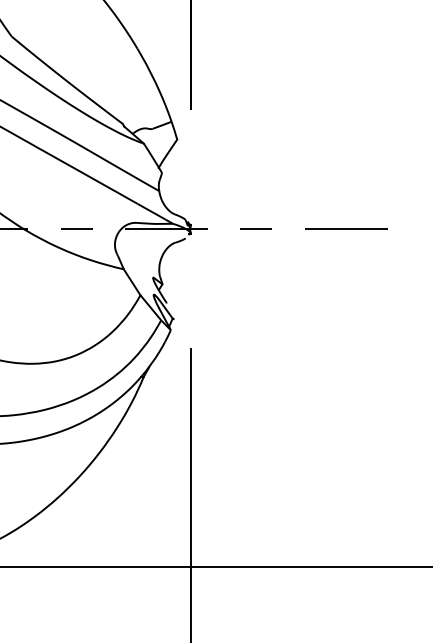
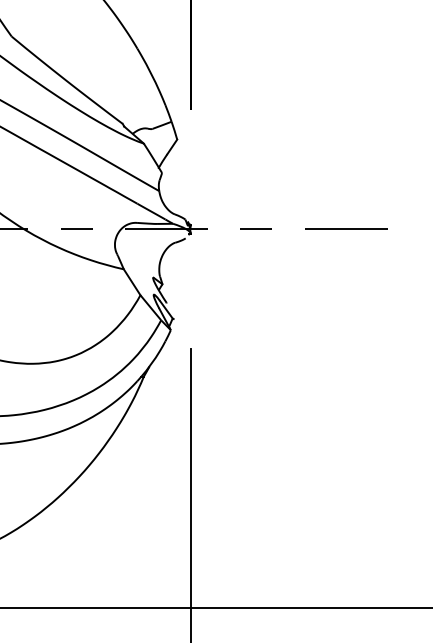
line at (215, 566) position: (215, 566) -> (215, 607)
